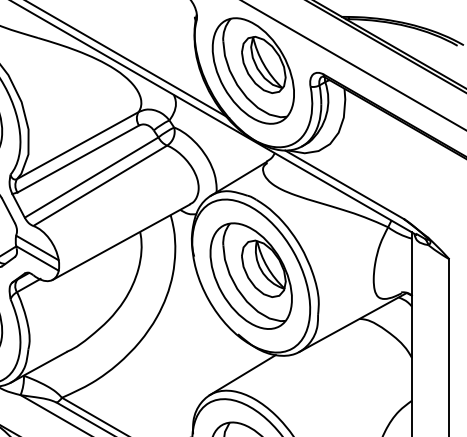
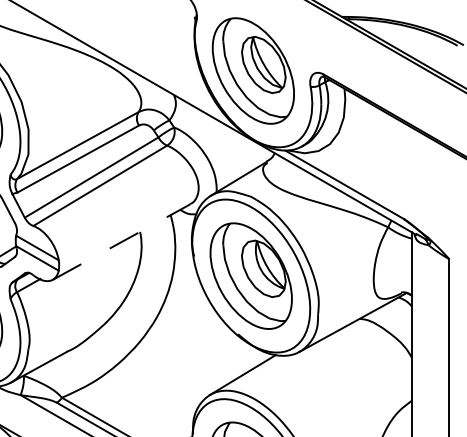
line at (128, 60): present -> none
line at (353, 65): present -> none
line at (121, 241): solid -> dashed
